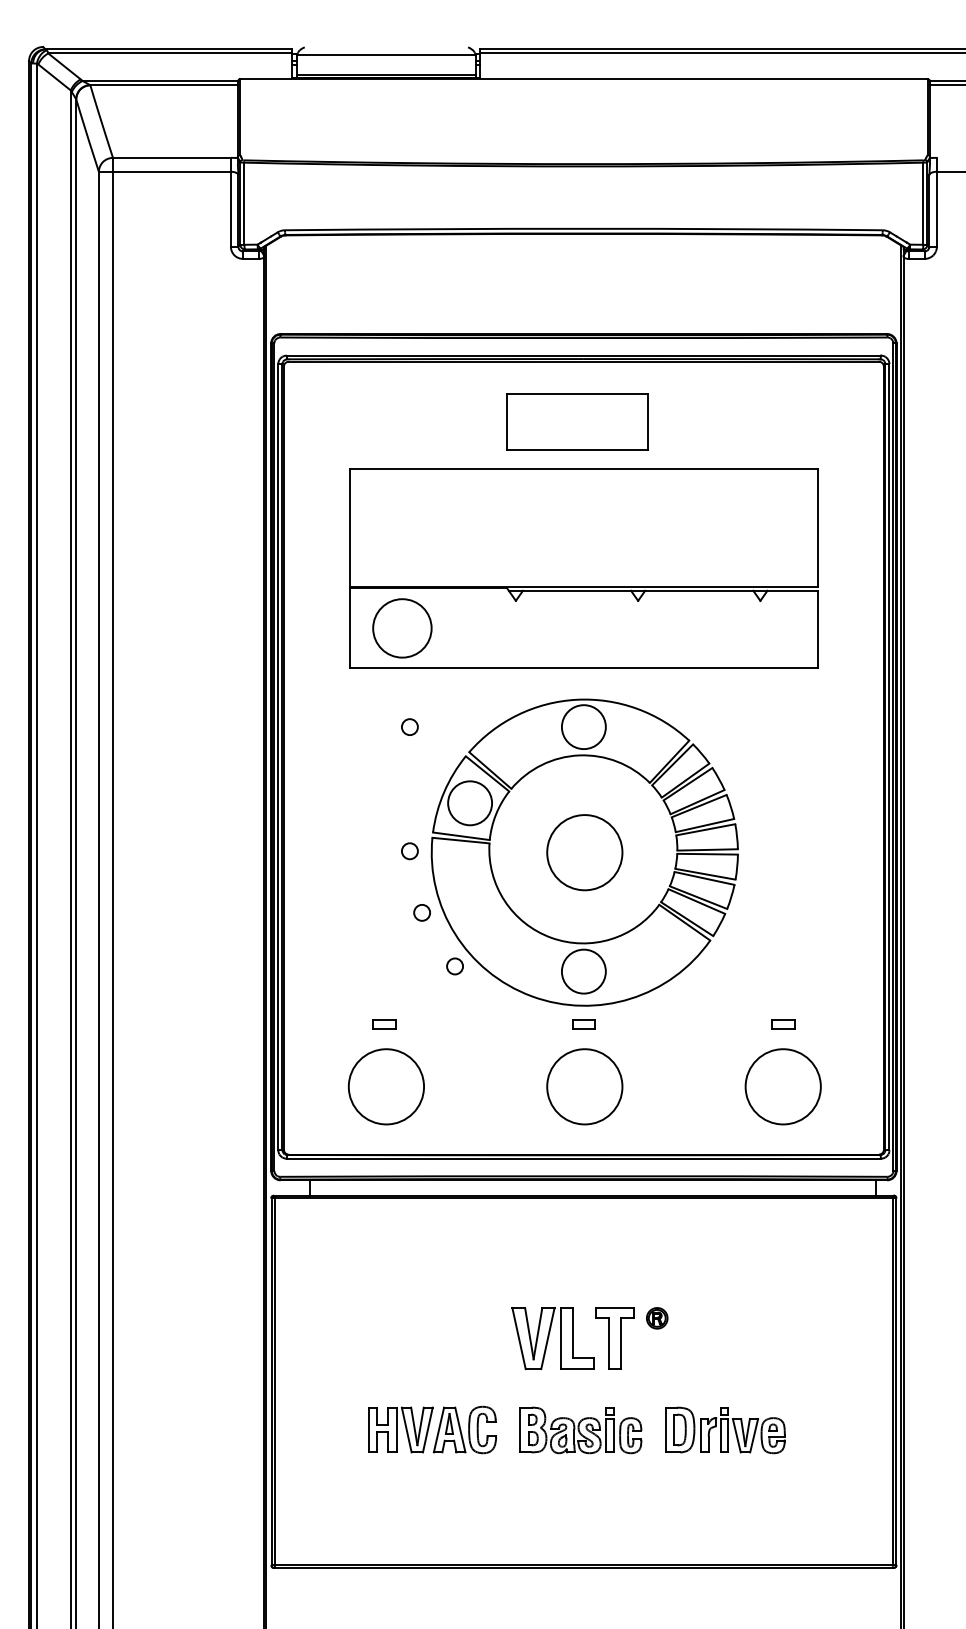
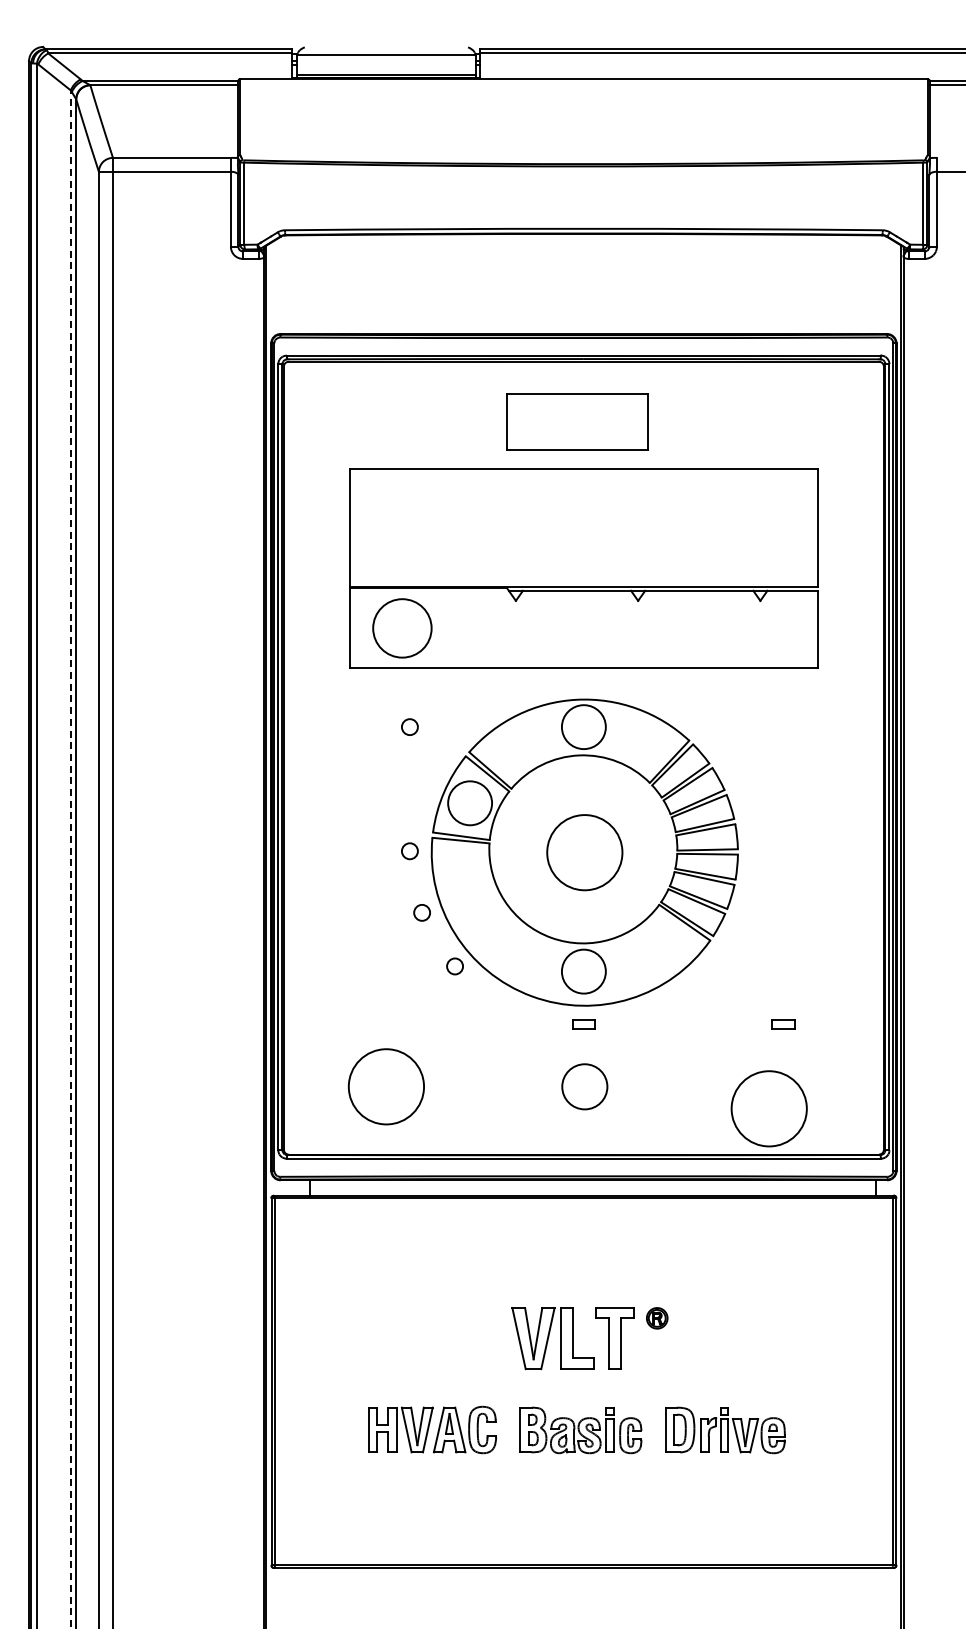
line at (70, 859): solid -> dashed
part at (384, 1024): present -> none
circle at (584, 1086) diameter: 75 px -> 45 px
circle at (782, 1086) position: (782, 1086) -> (768, 1108)
